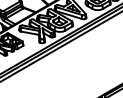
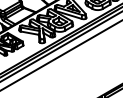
line at (60, 55): none -> present
